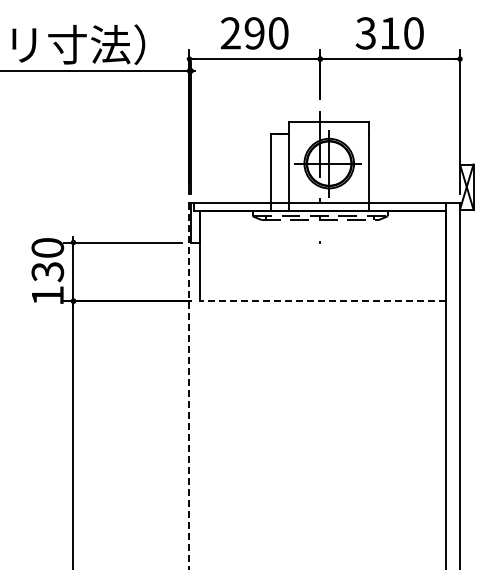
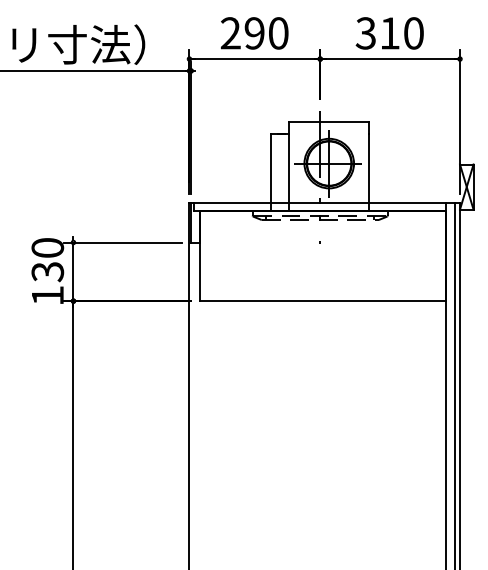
line at (322, 301): dashed -> solid
line at (454, 384): none -> present
line at (189, 386): dashed -> solid
